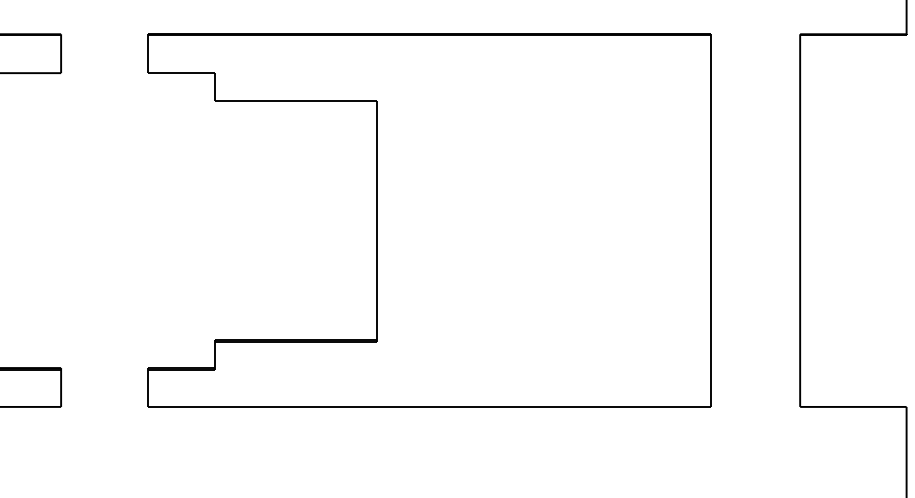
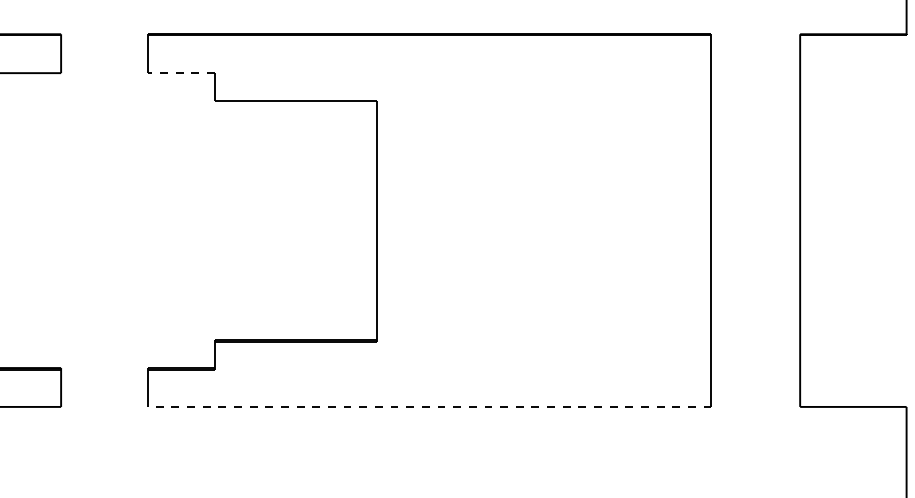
line at (181, 73): solid -> dashed
line at (429, 406): solid -> dashed
